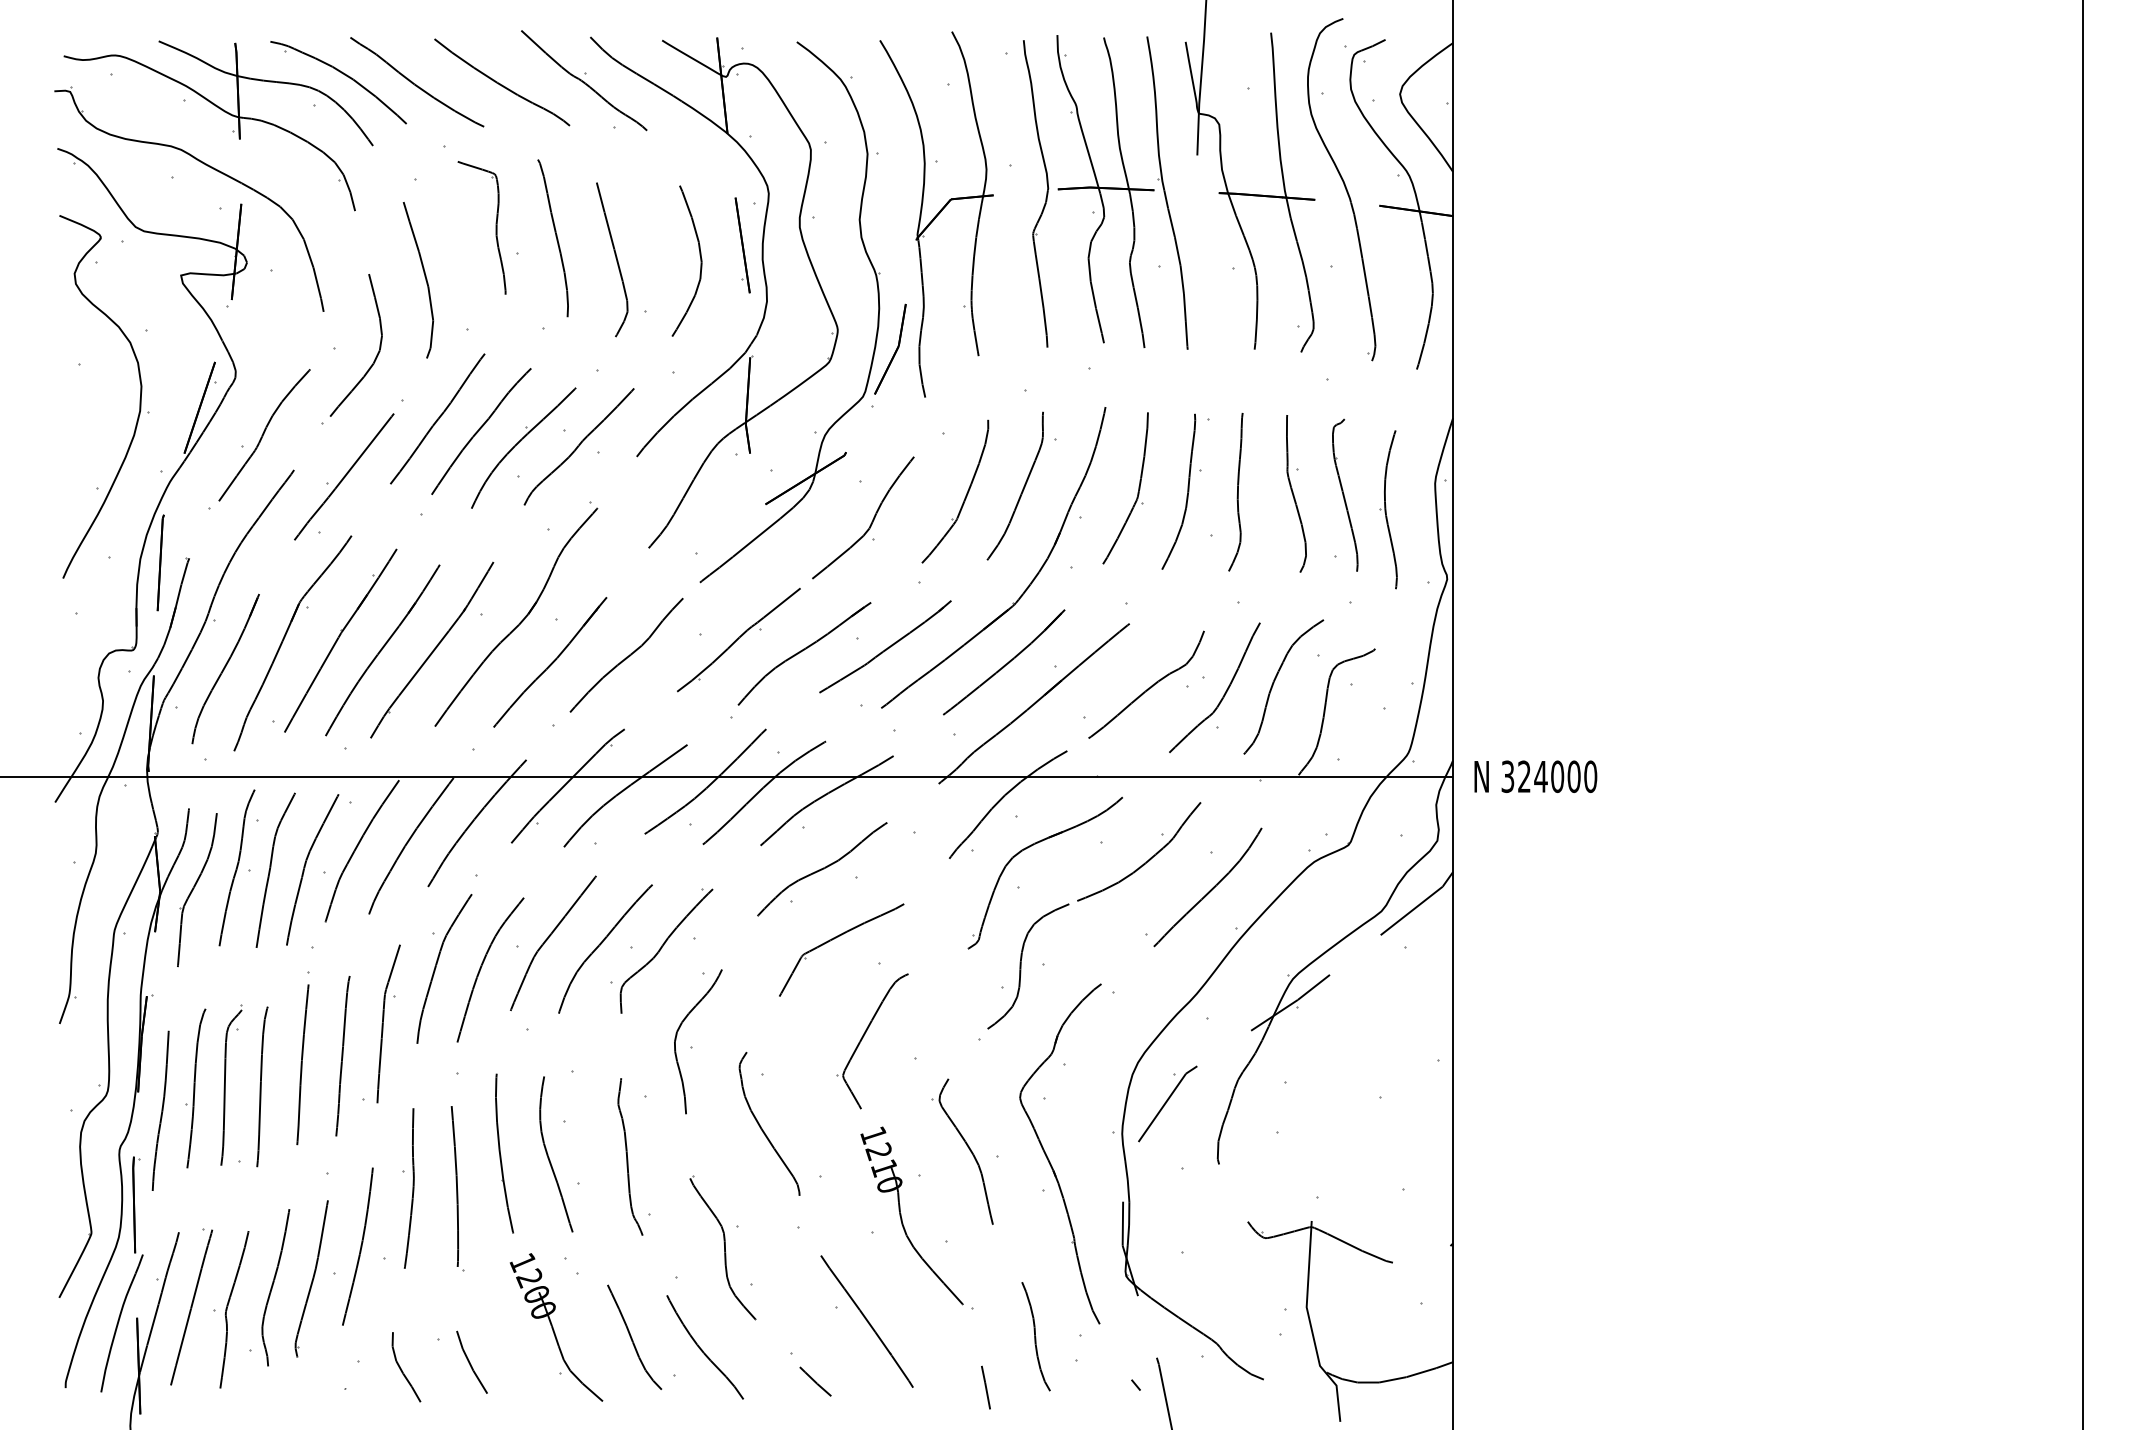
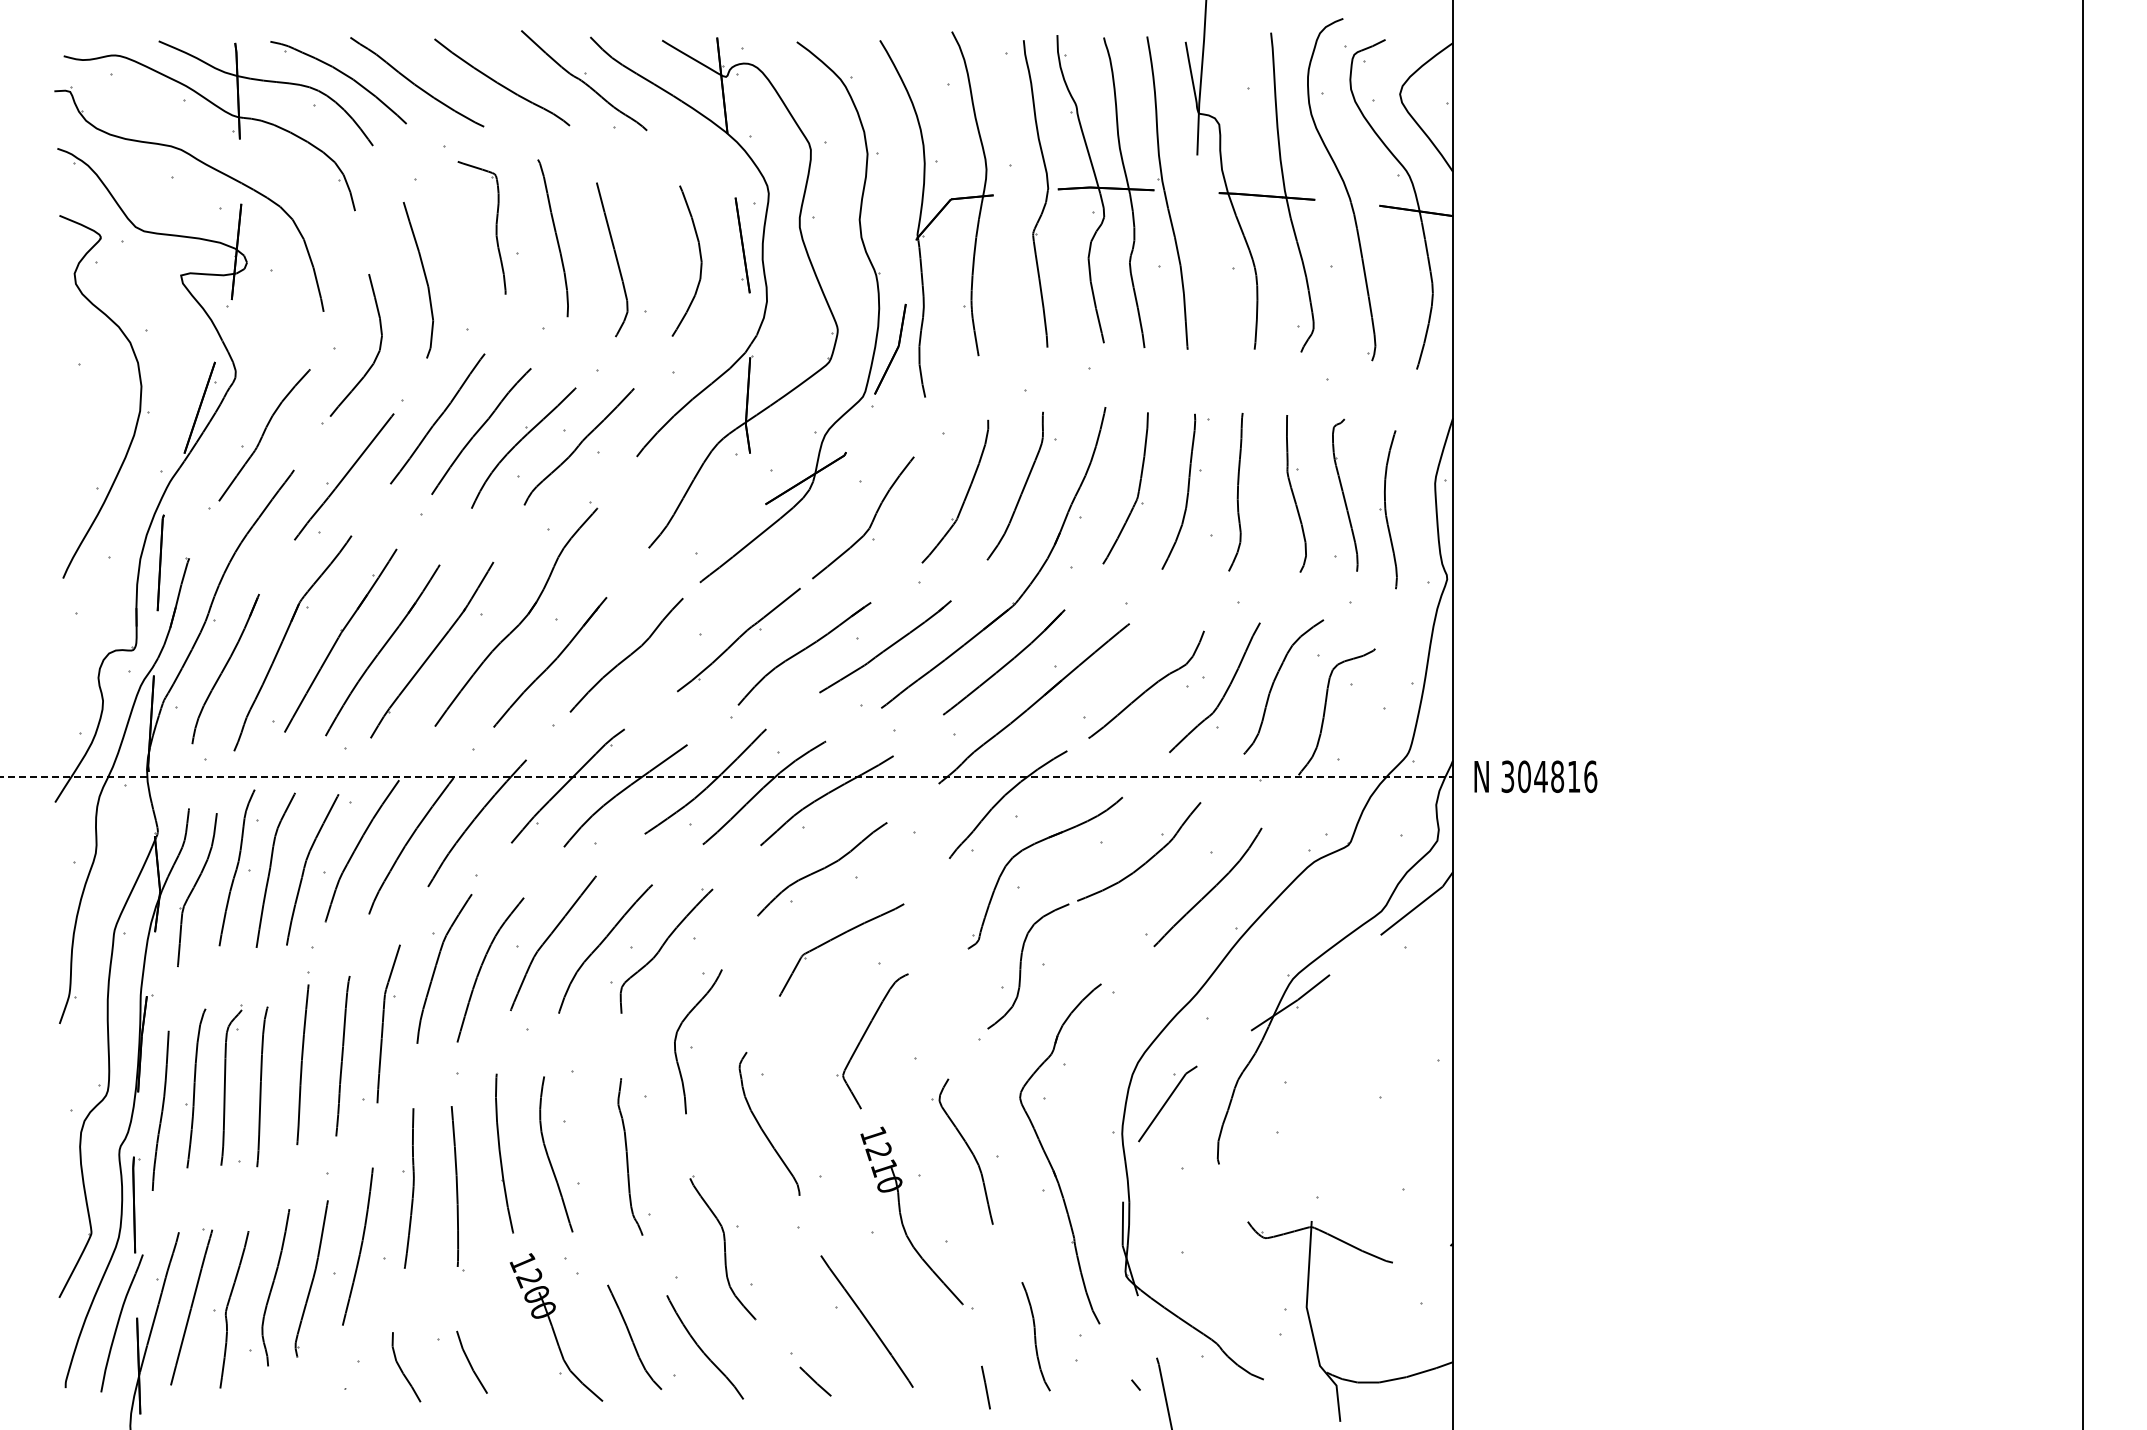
line at (727, 776): solid -> dashed
text at (1557, 776): 324000 -> 304816
